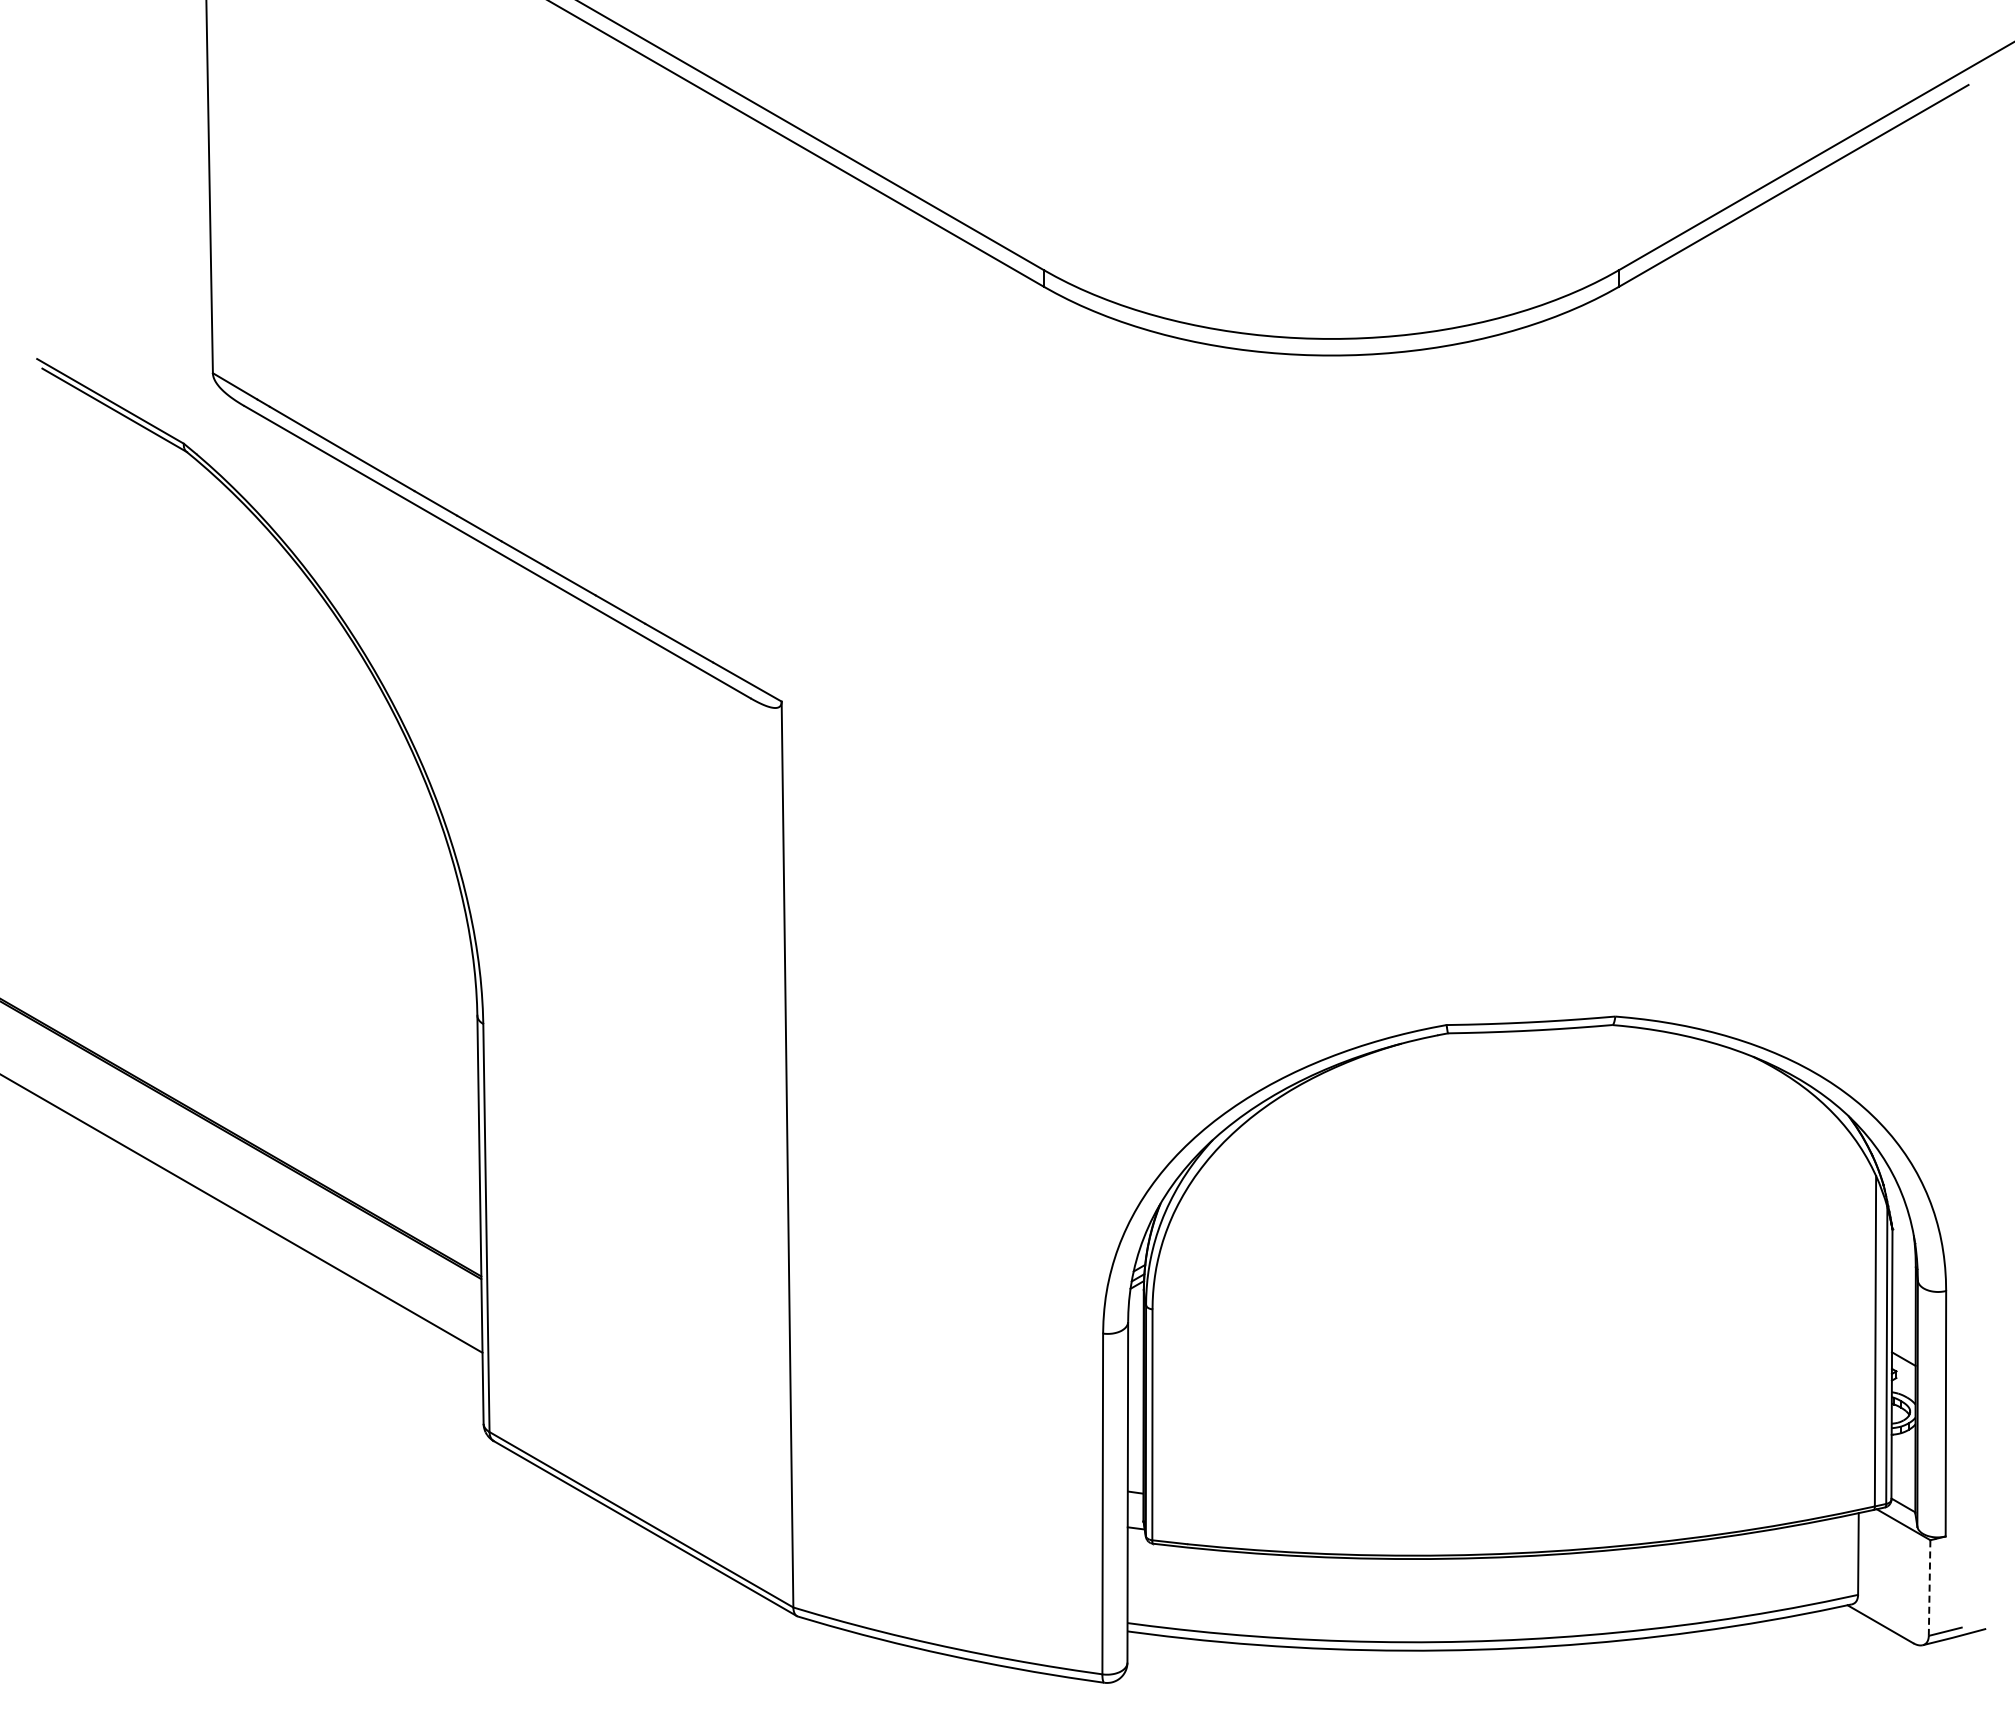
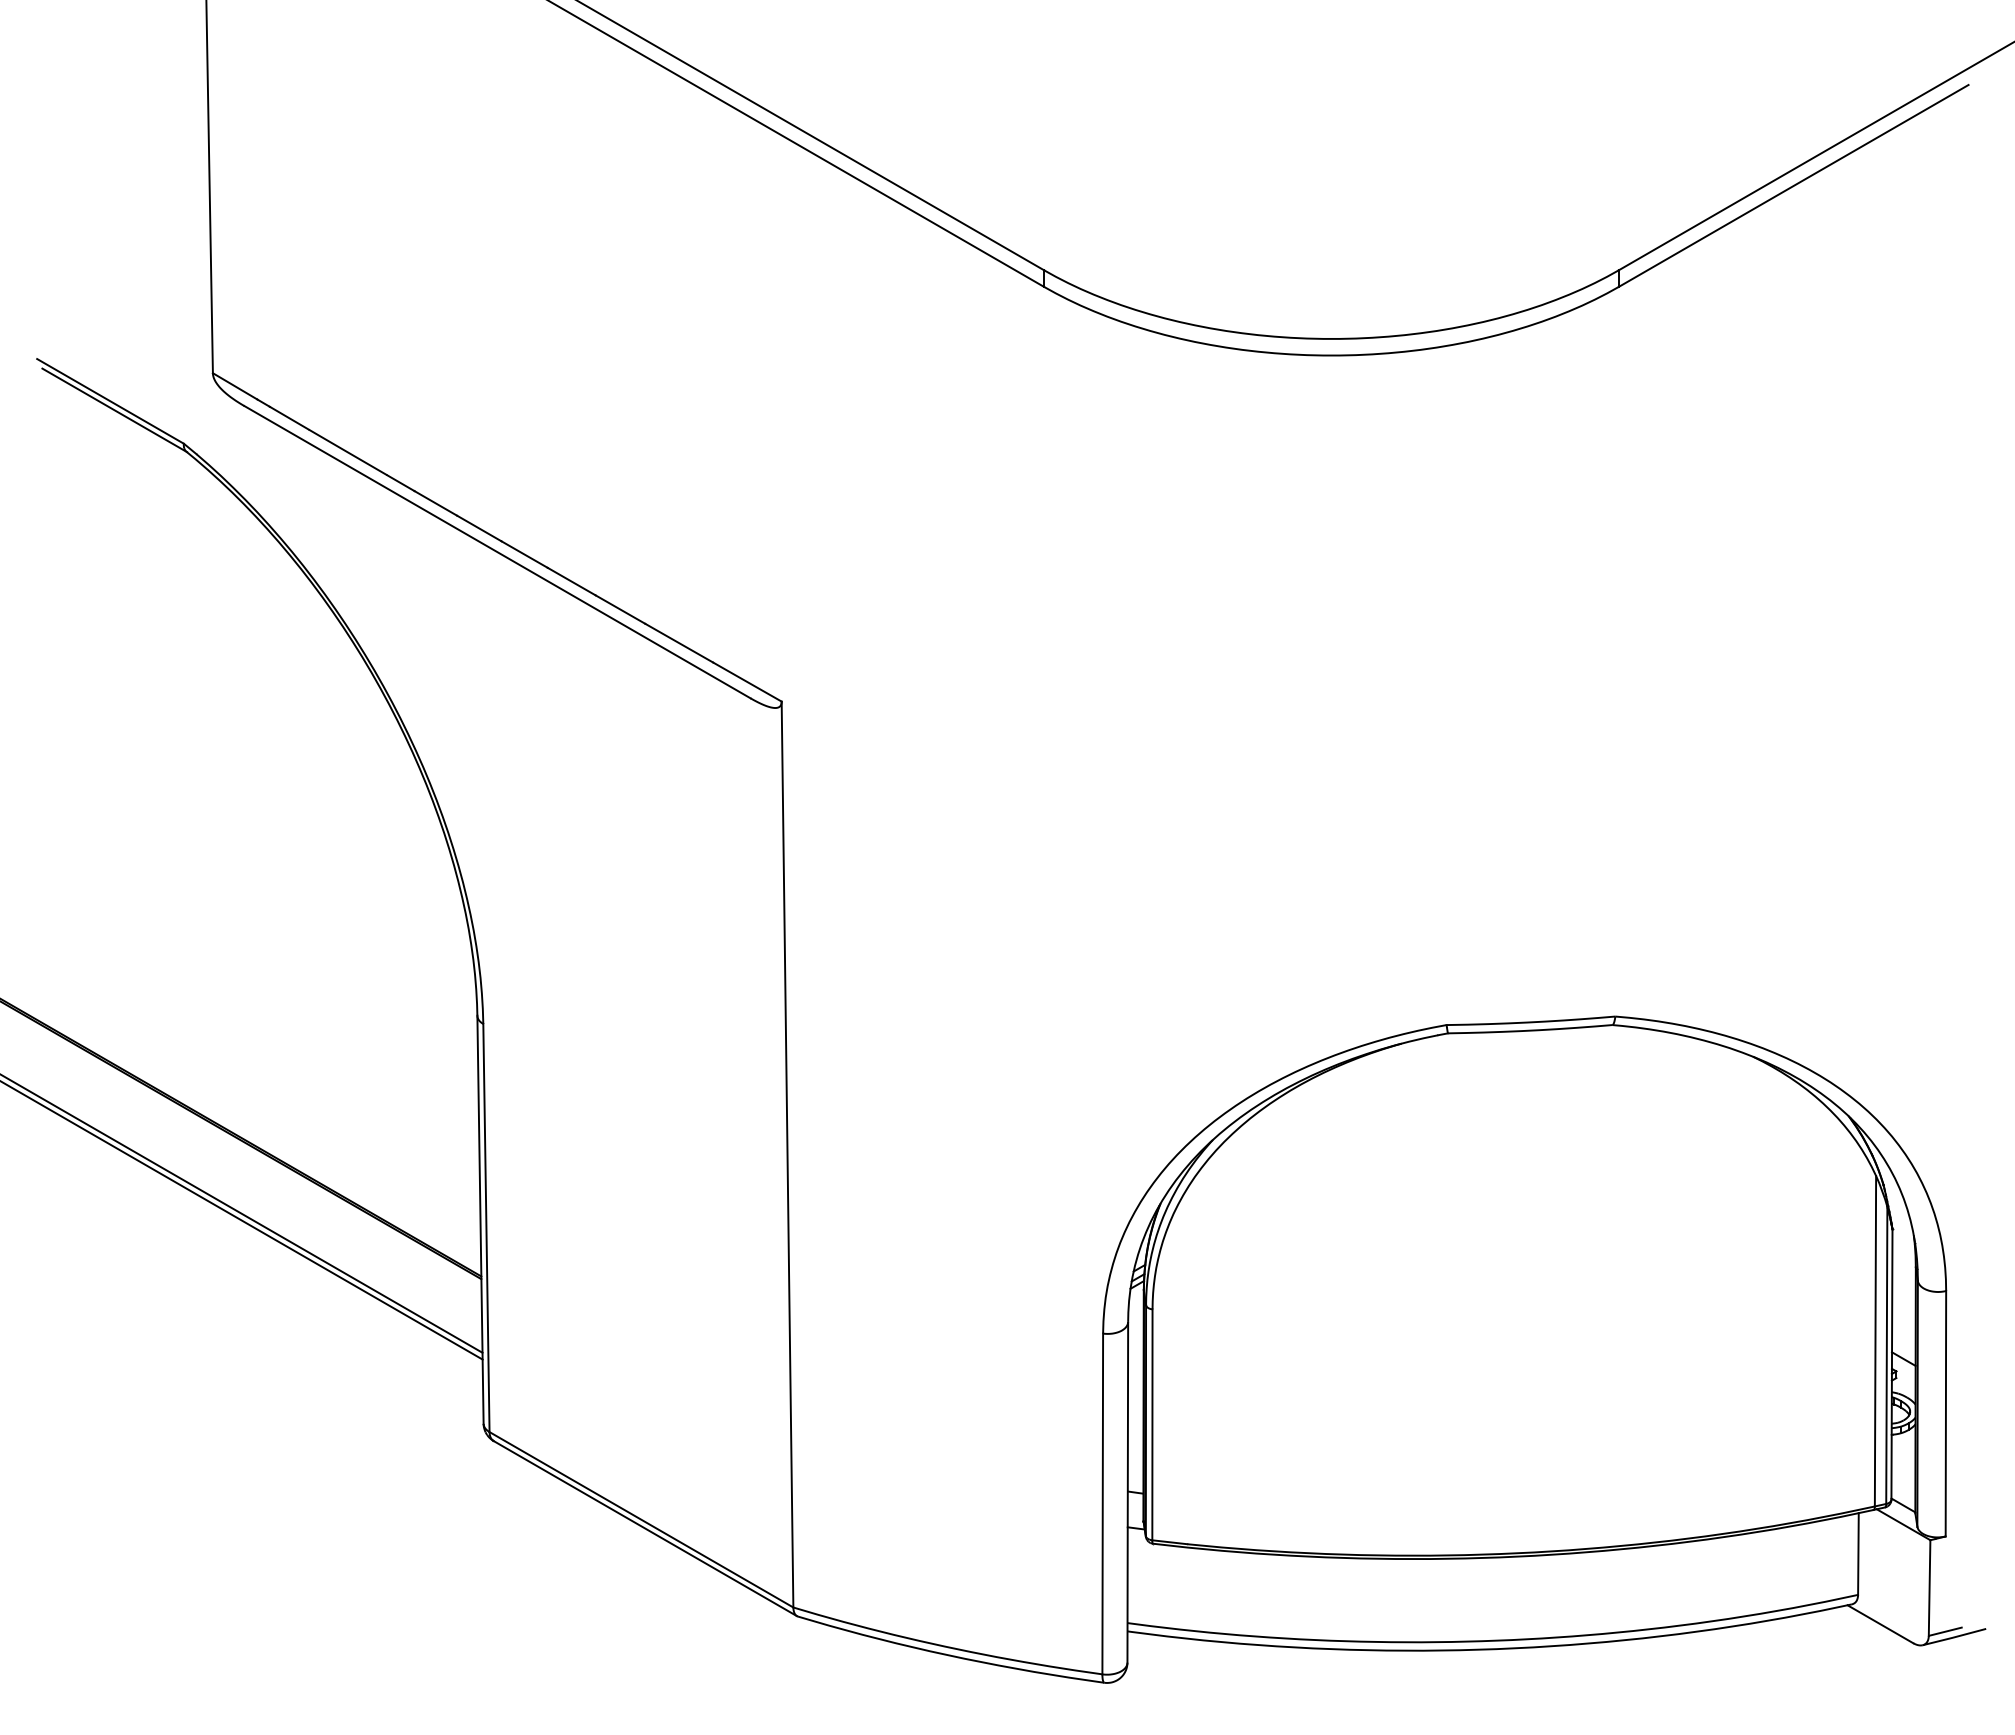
line at (242, 1220): none -> present
line at (1929, 1588): dashed -> solid
